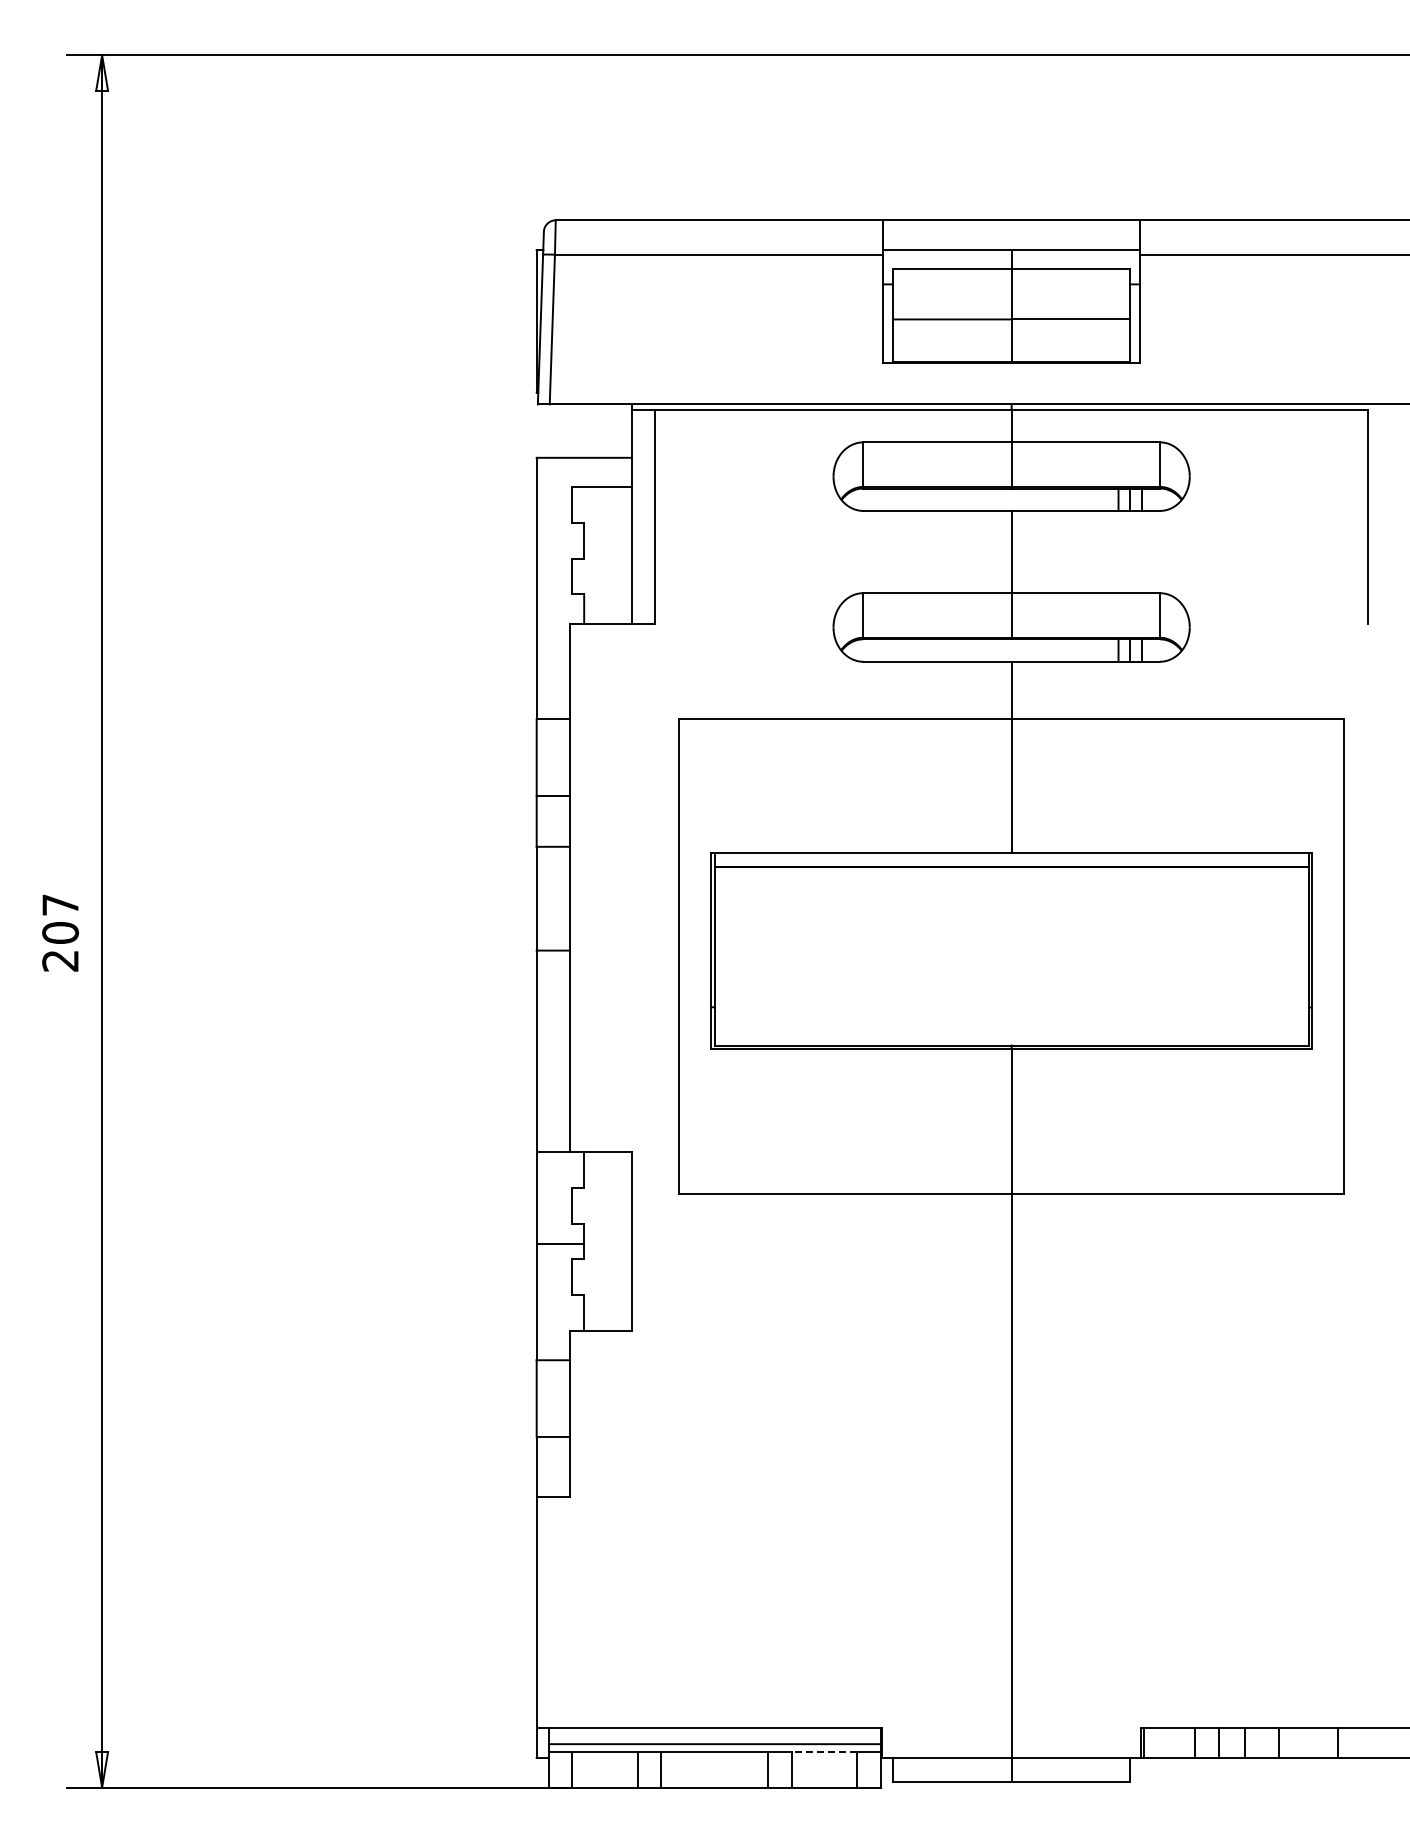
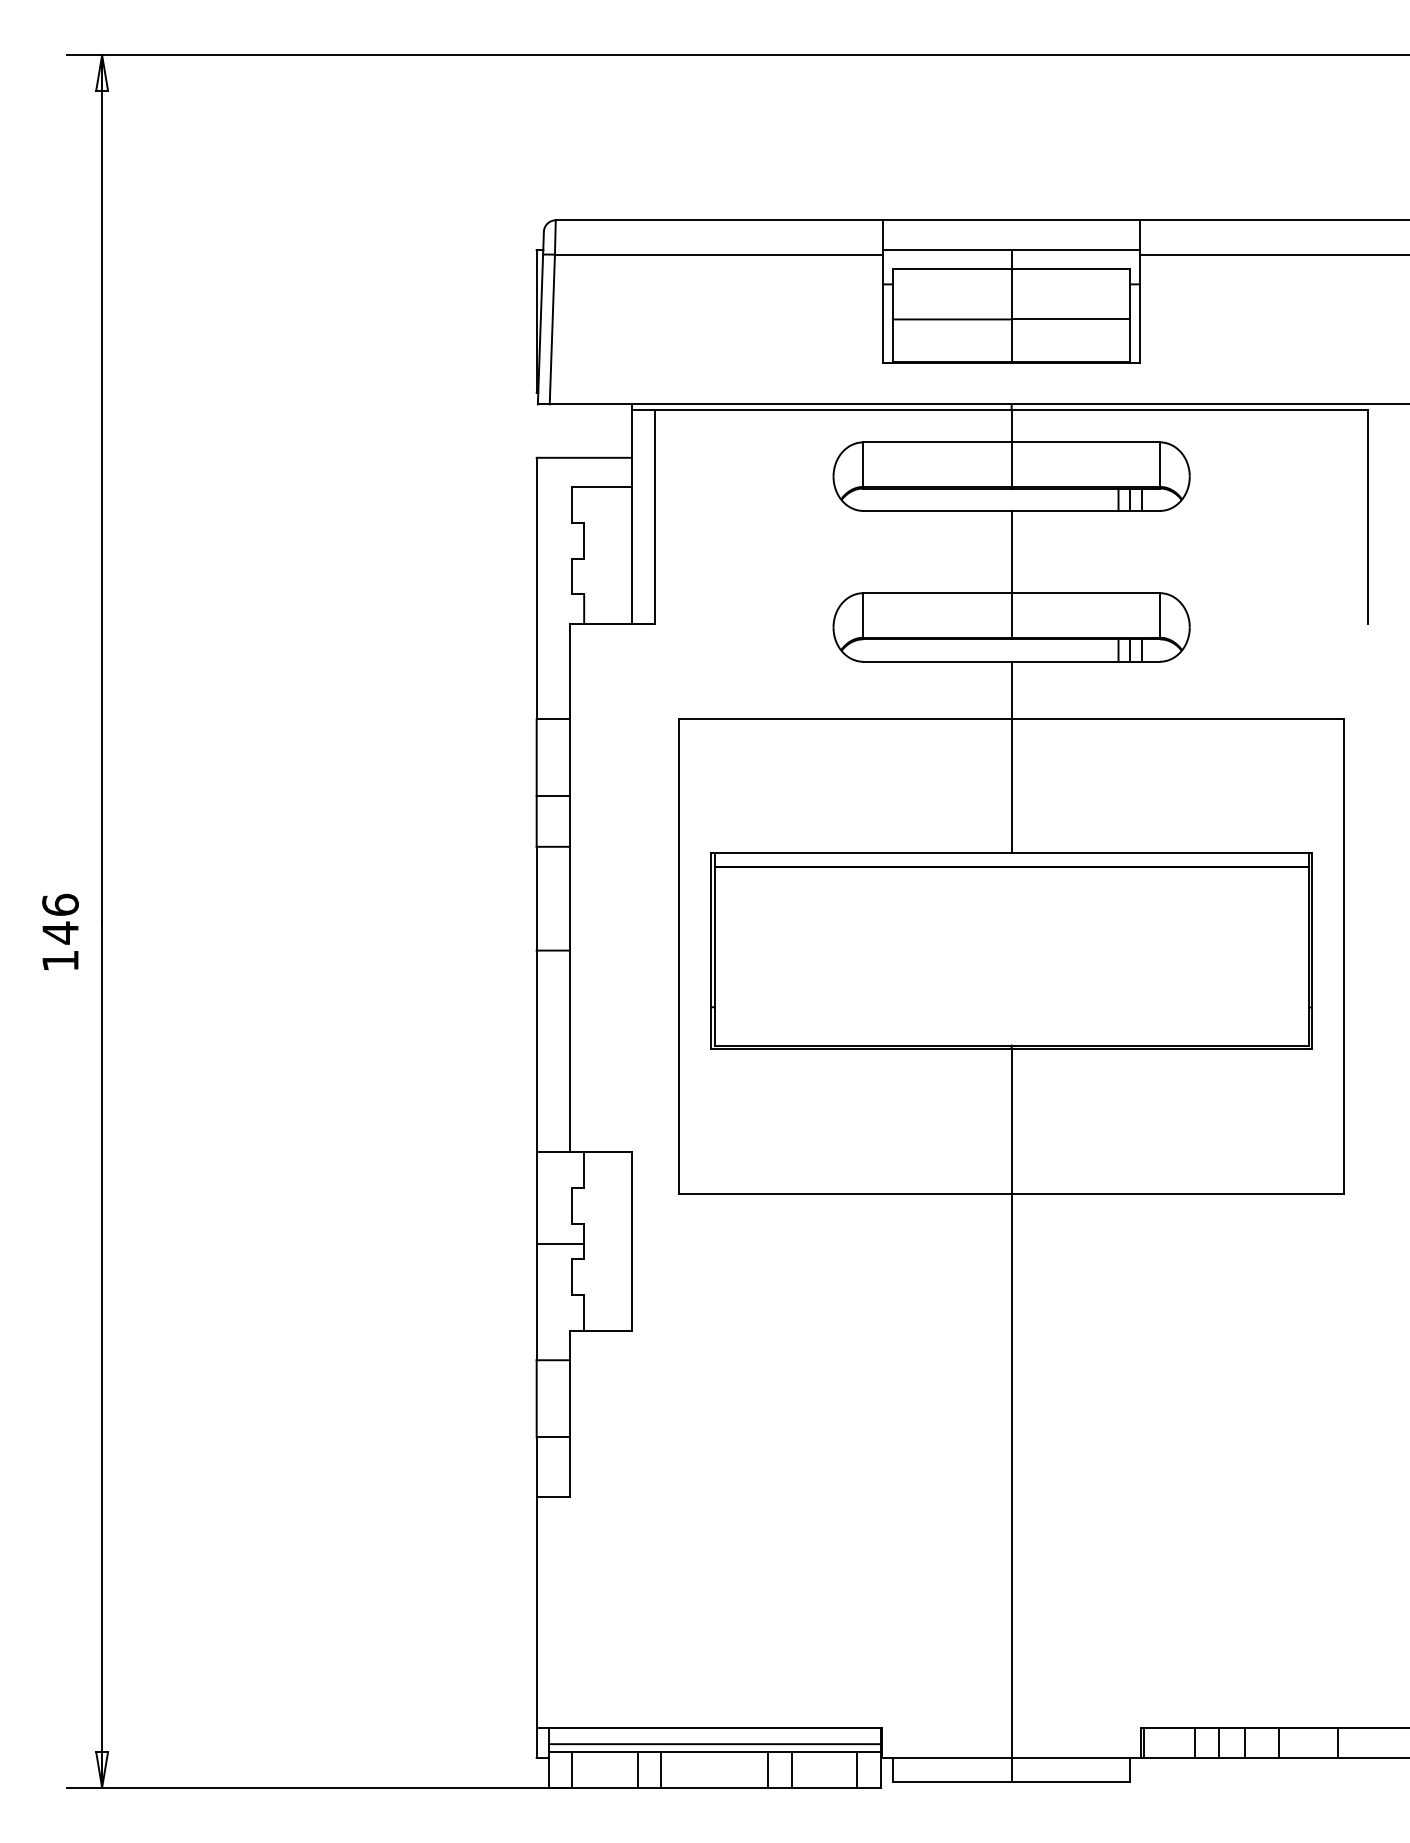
text at (60, 932): 207 -> 146
line at (824, 1752): dashed -> solid
